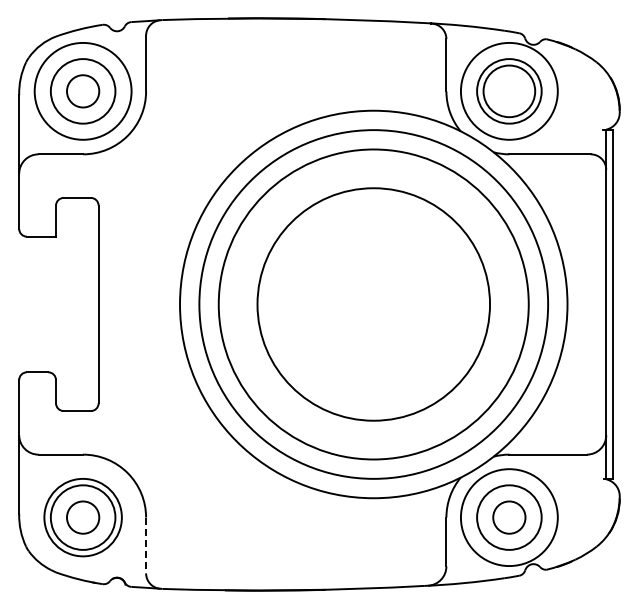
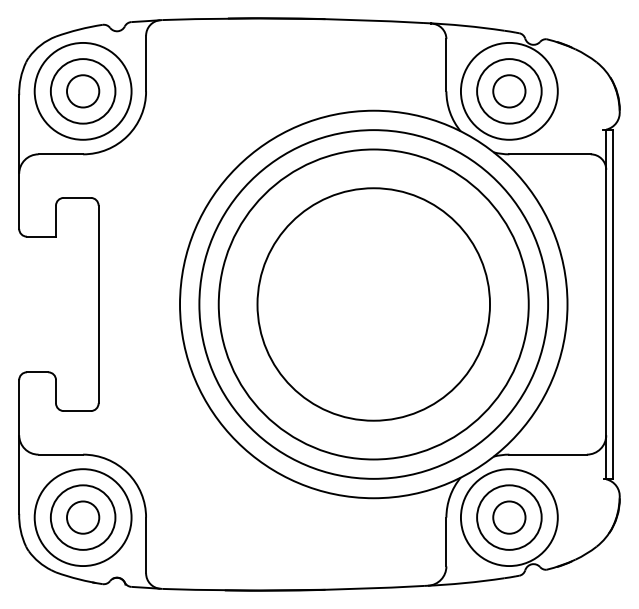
circle at (509, 91) diameter: 52 px -> 32 px
circle at (82, 517) diameter: 77 px -> 97 px
line at (146, 545): dashed -> solid
